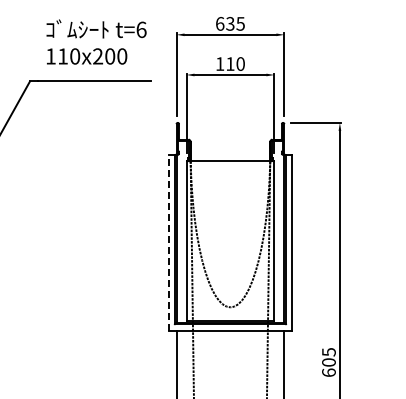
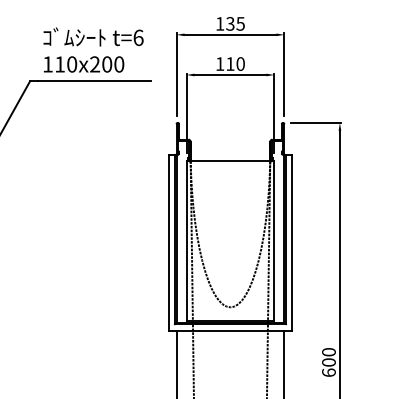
text at (220, 23): 635 -> 135
text at (96, 41) position: (96, 41) -> (93, 49)
line at (168, 242): dashed -> solid
text at (328, 352): 605 -> 600
